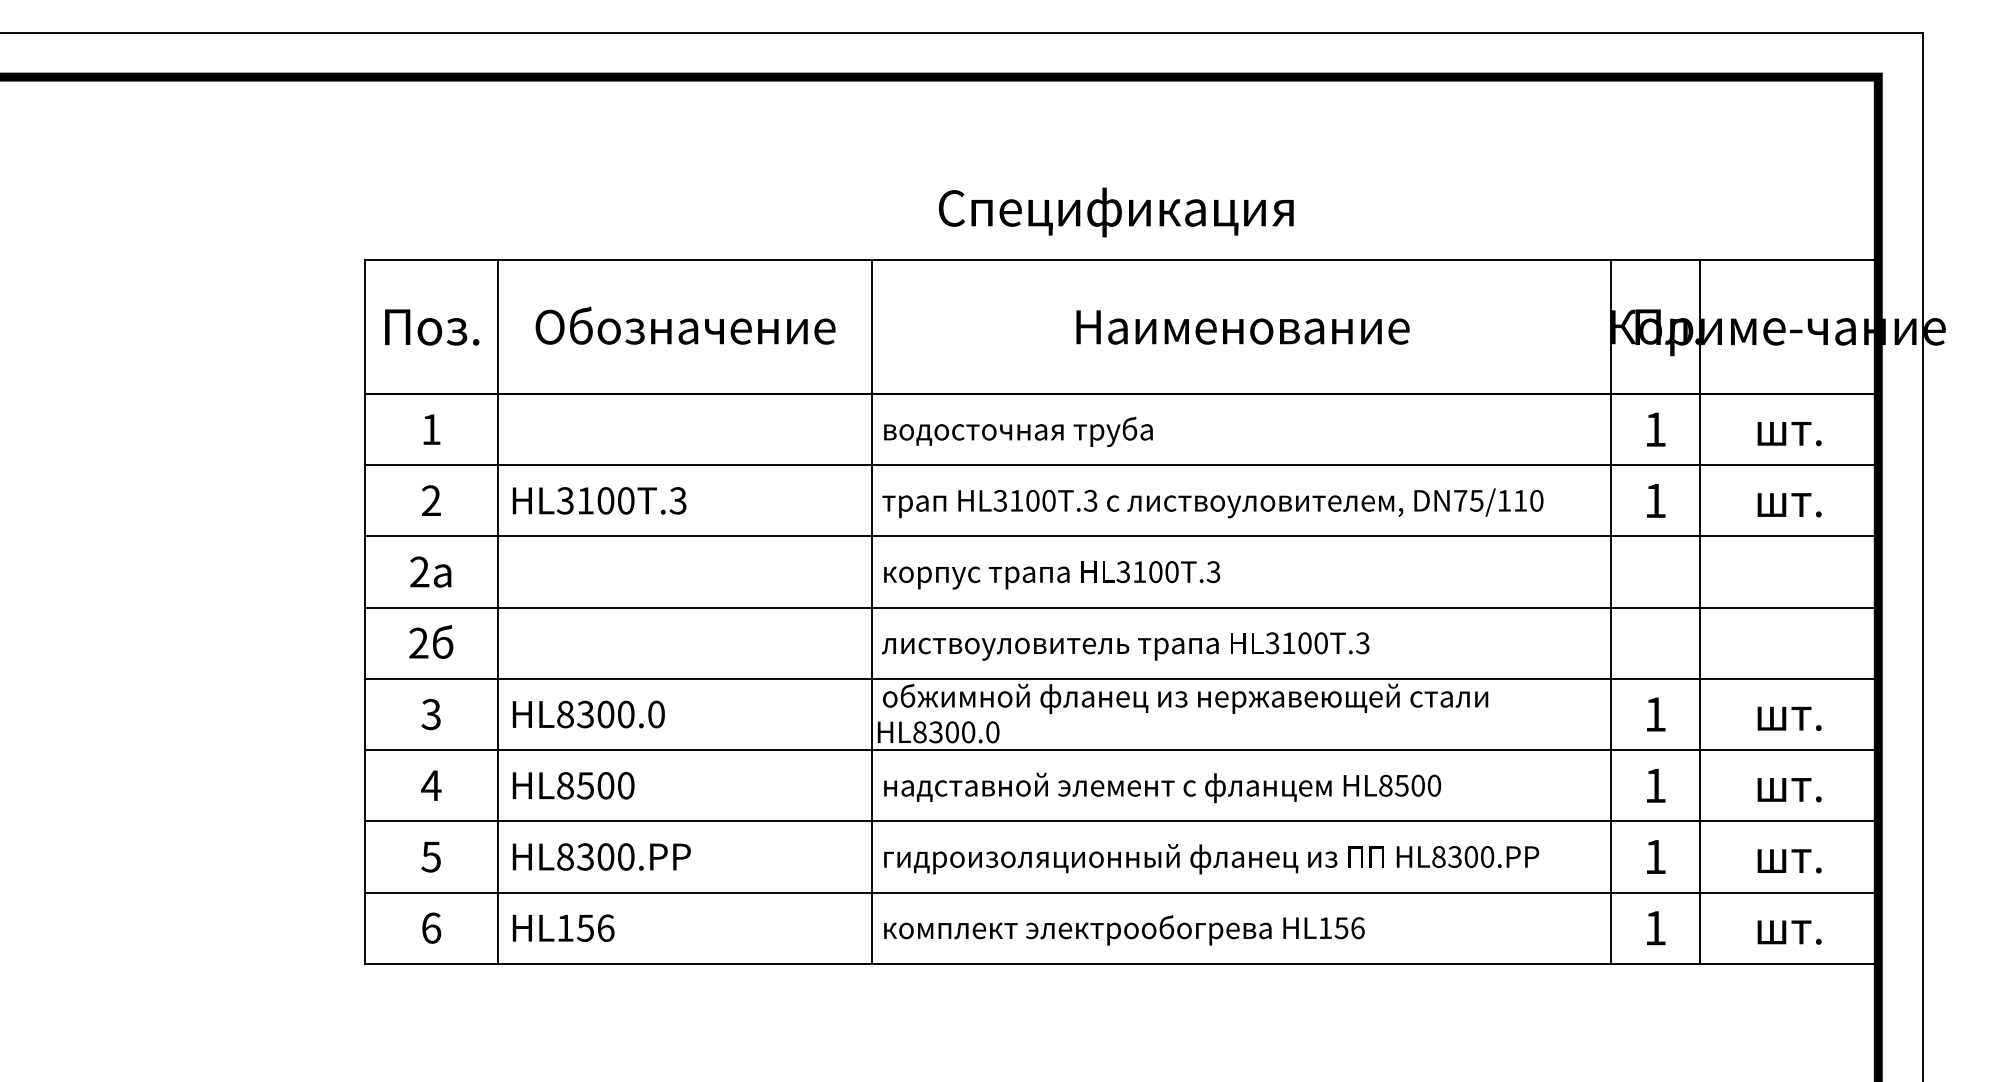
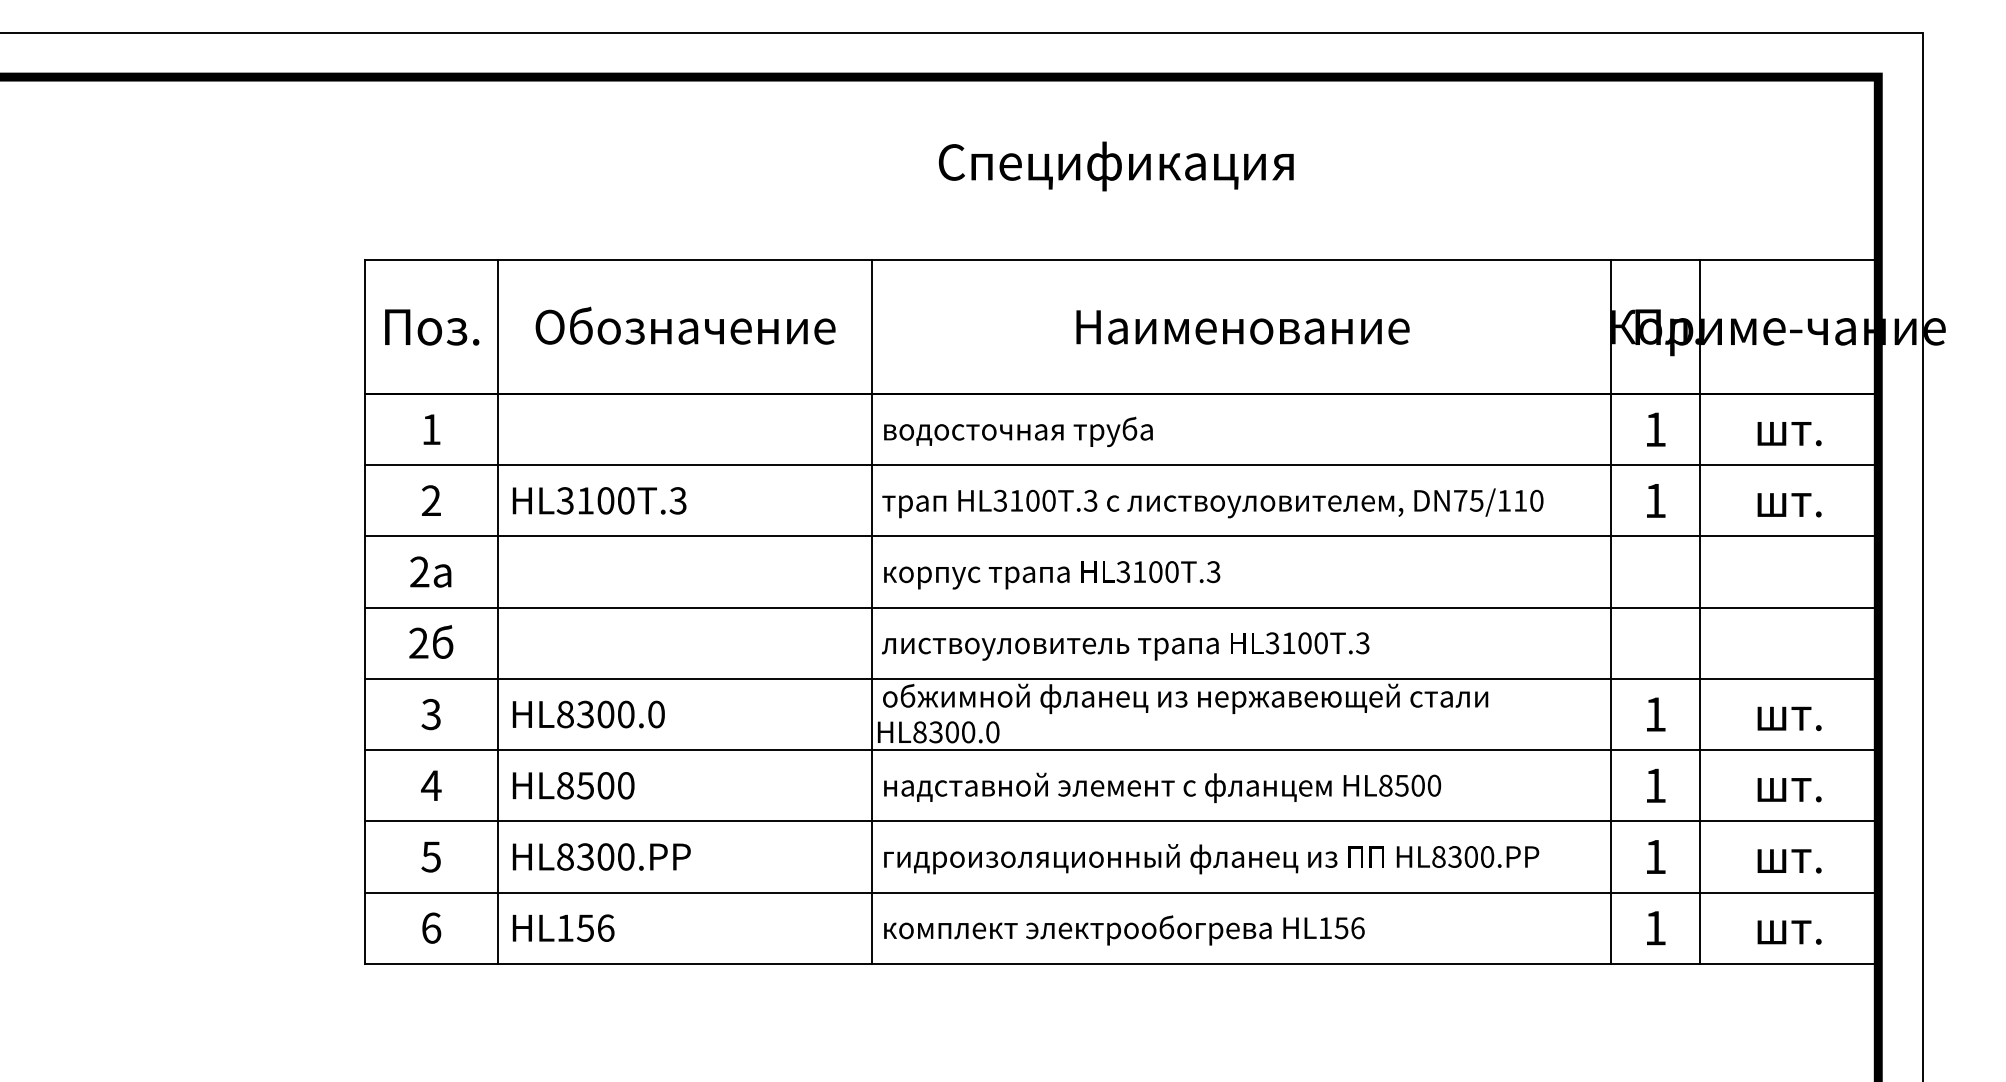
text at (1115, 212) position: (1115, 212) -> (1115, 166)
